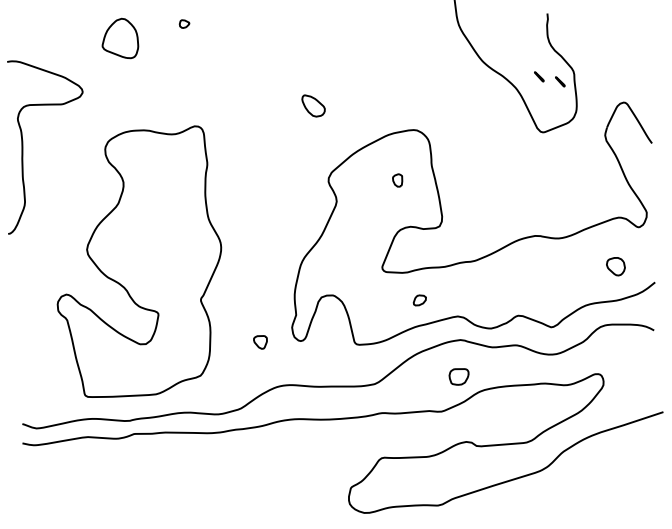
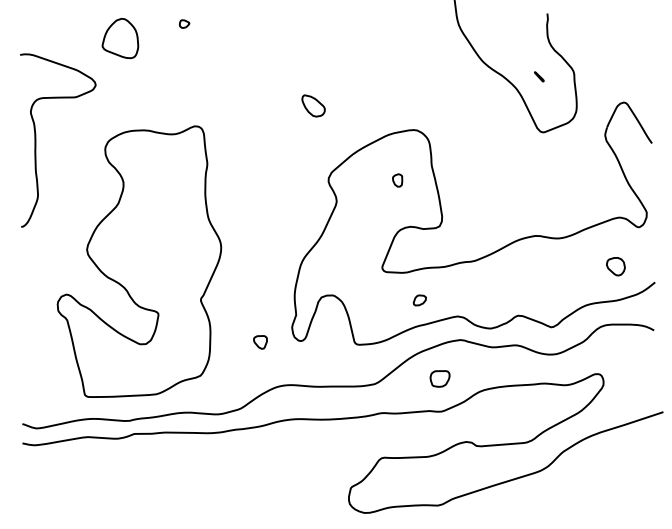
part at (560, 81): present -> none
curve at (23, 147) position: (23, 147) -> (36, 140)
part at (458, 376) position: (458, 376) -> (439, 378)
